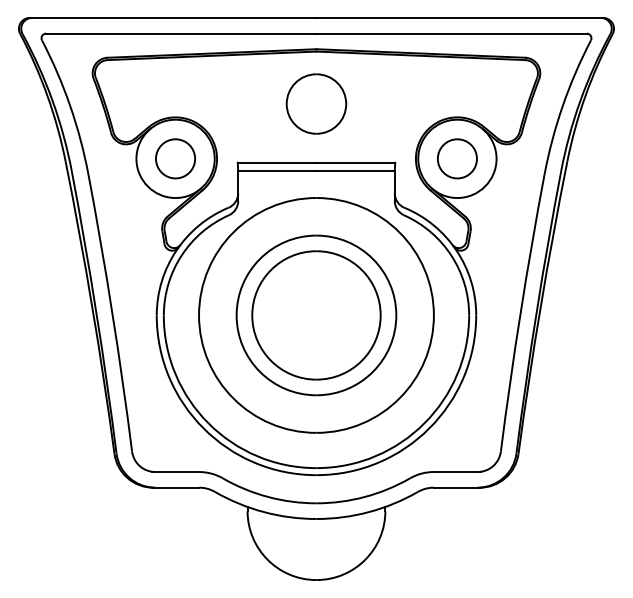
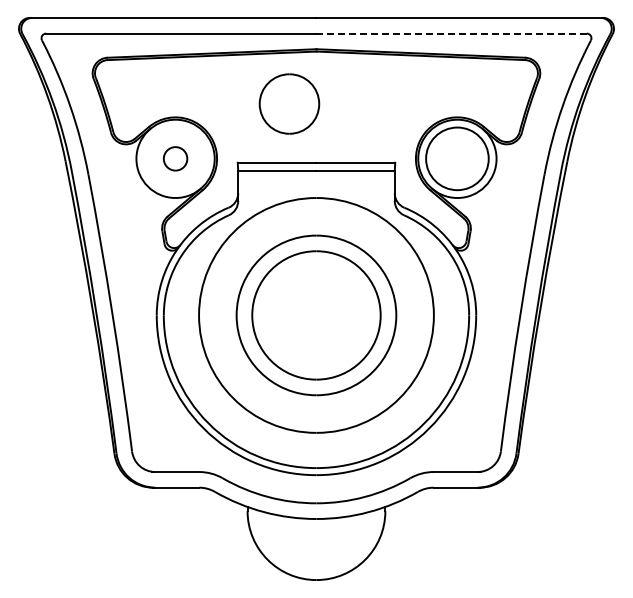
line at (452, 33): solid -> dashed
part at (316, 103) position: (316, 103) -> (289, 103)
circle at (175, 158) diameter: 39 px -> 23 px
circle at (456, 158) diameter: 39 px -> 63 px
